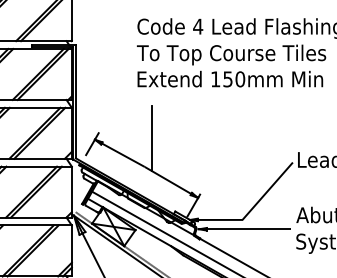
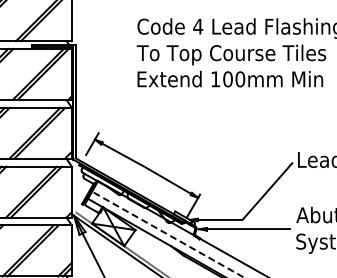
text at (227, 79): 150mm -> 100mm
line at (152, 138): present -> none
line at (167, 234): solid -> dashed
